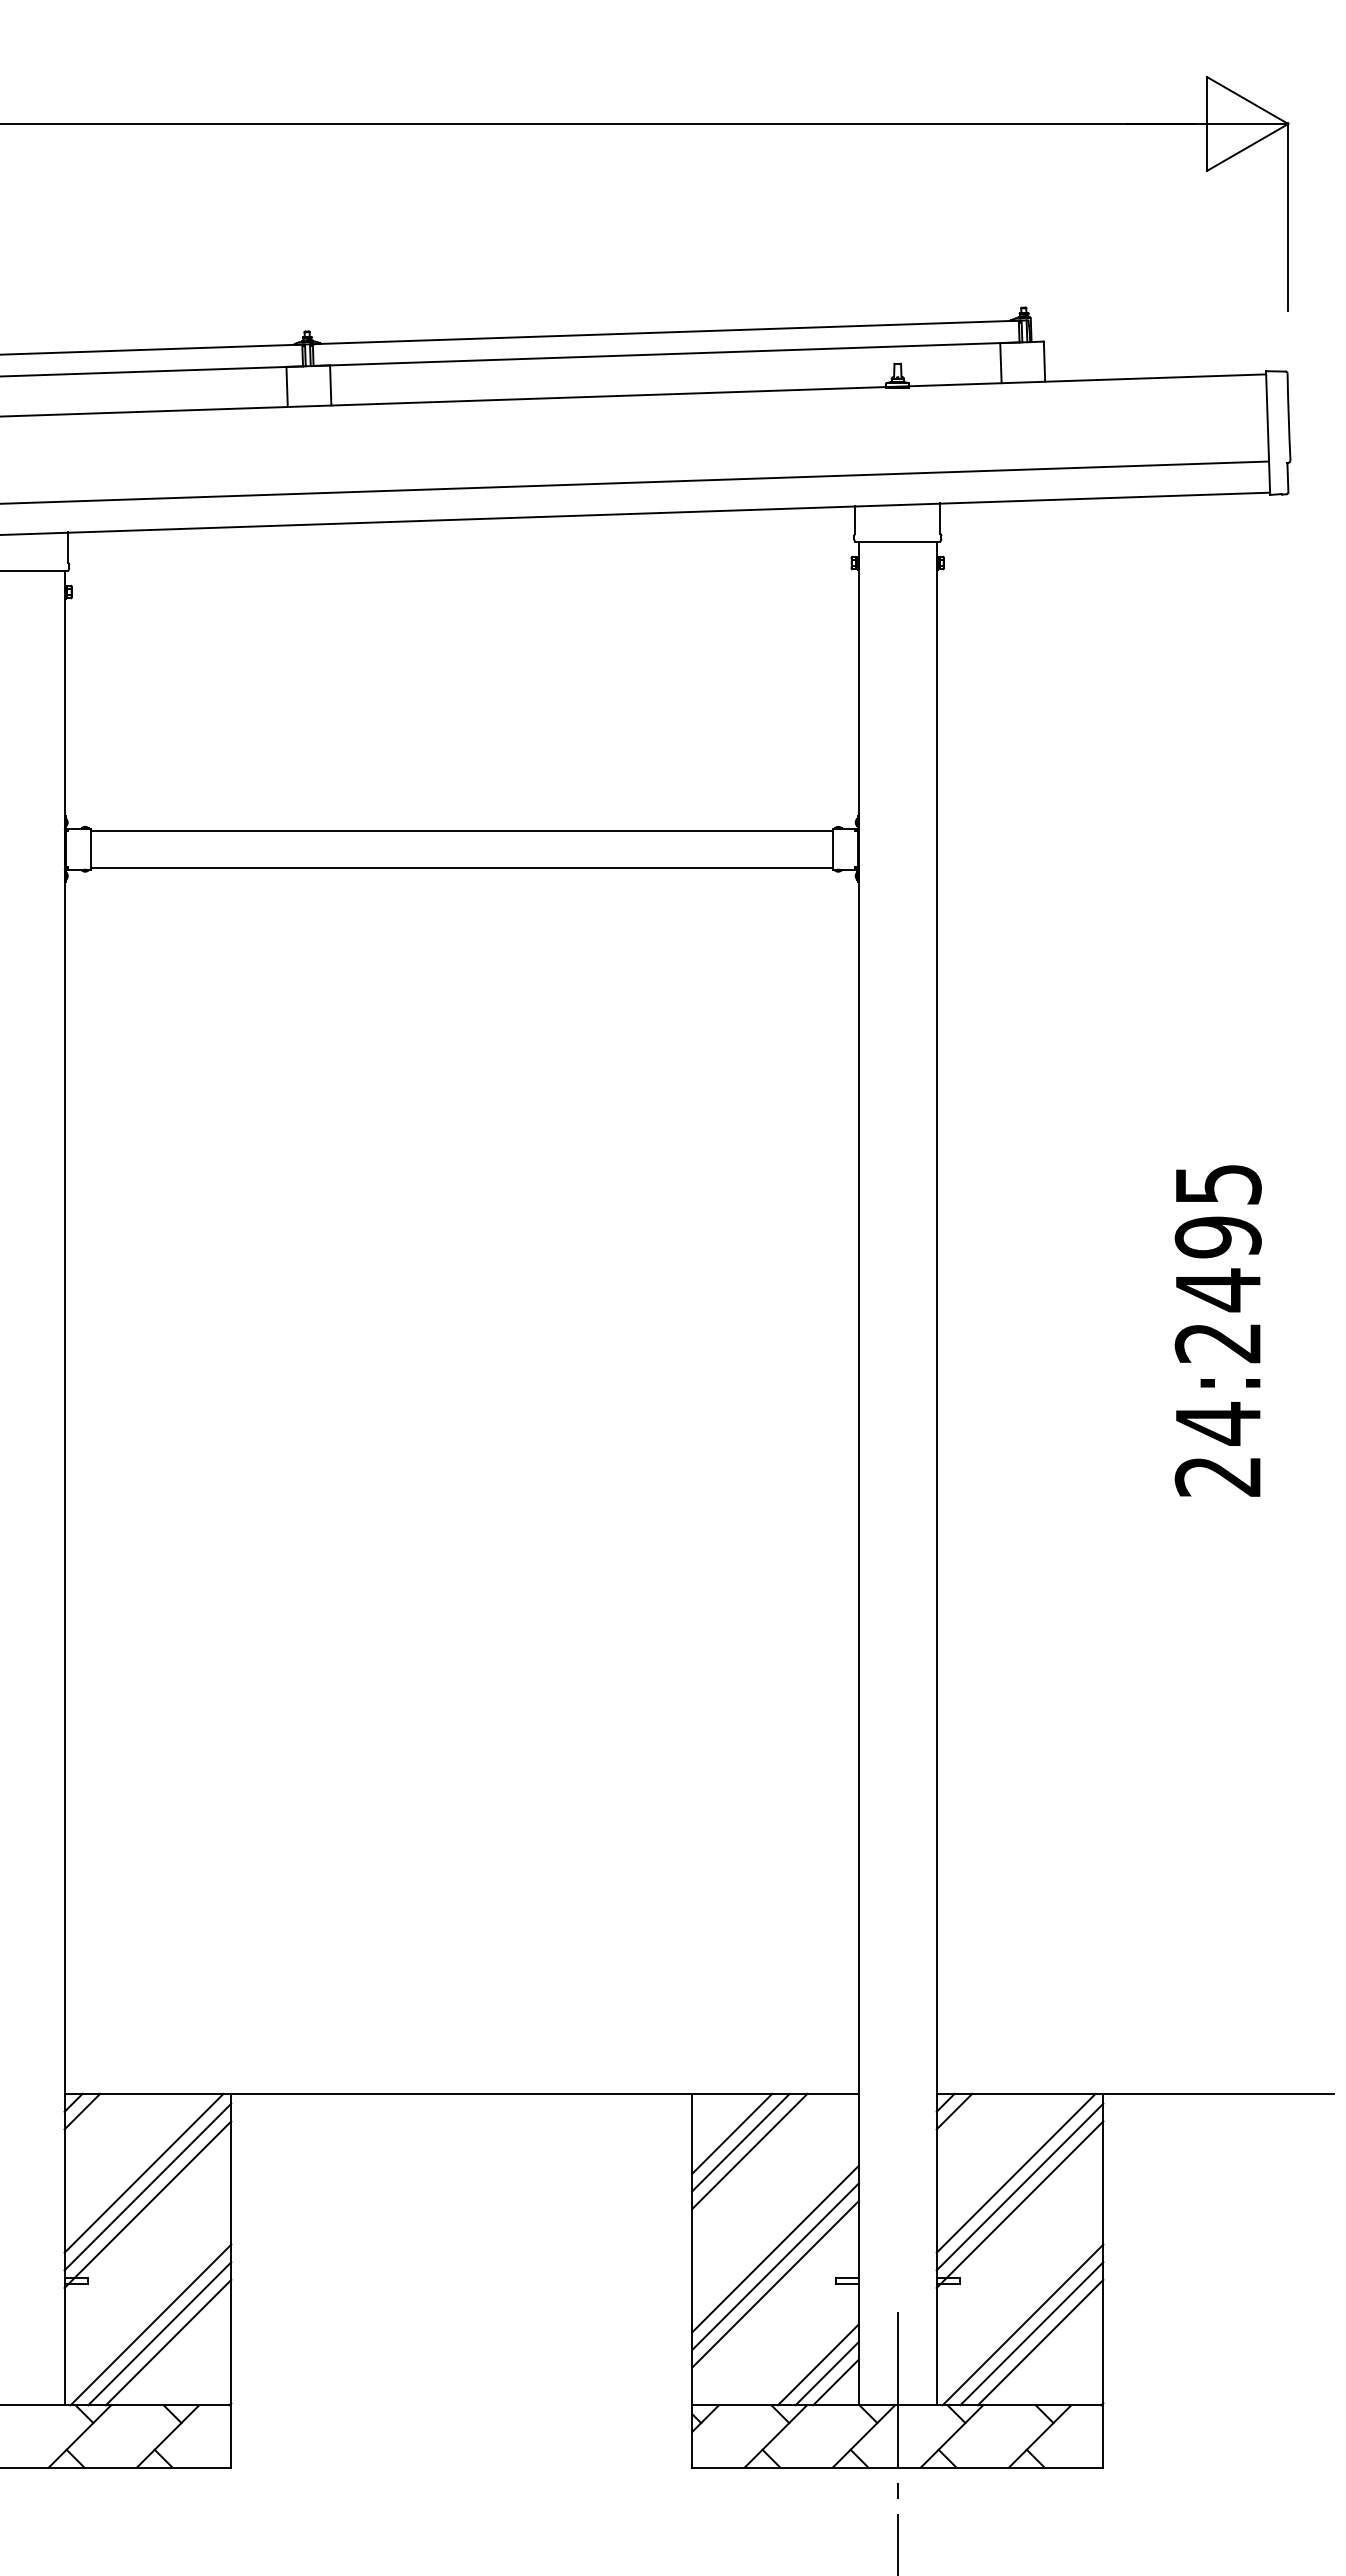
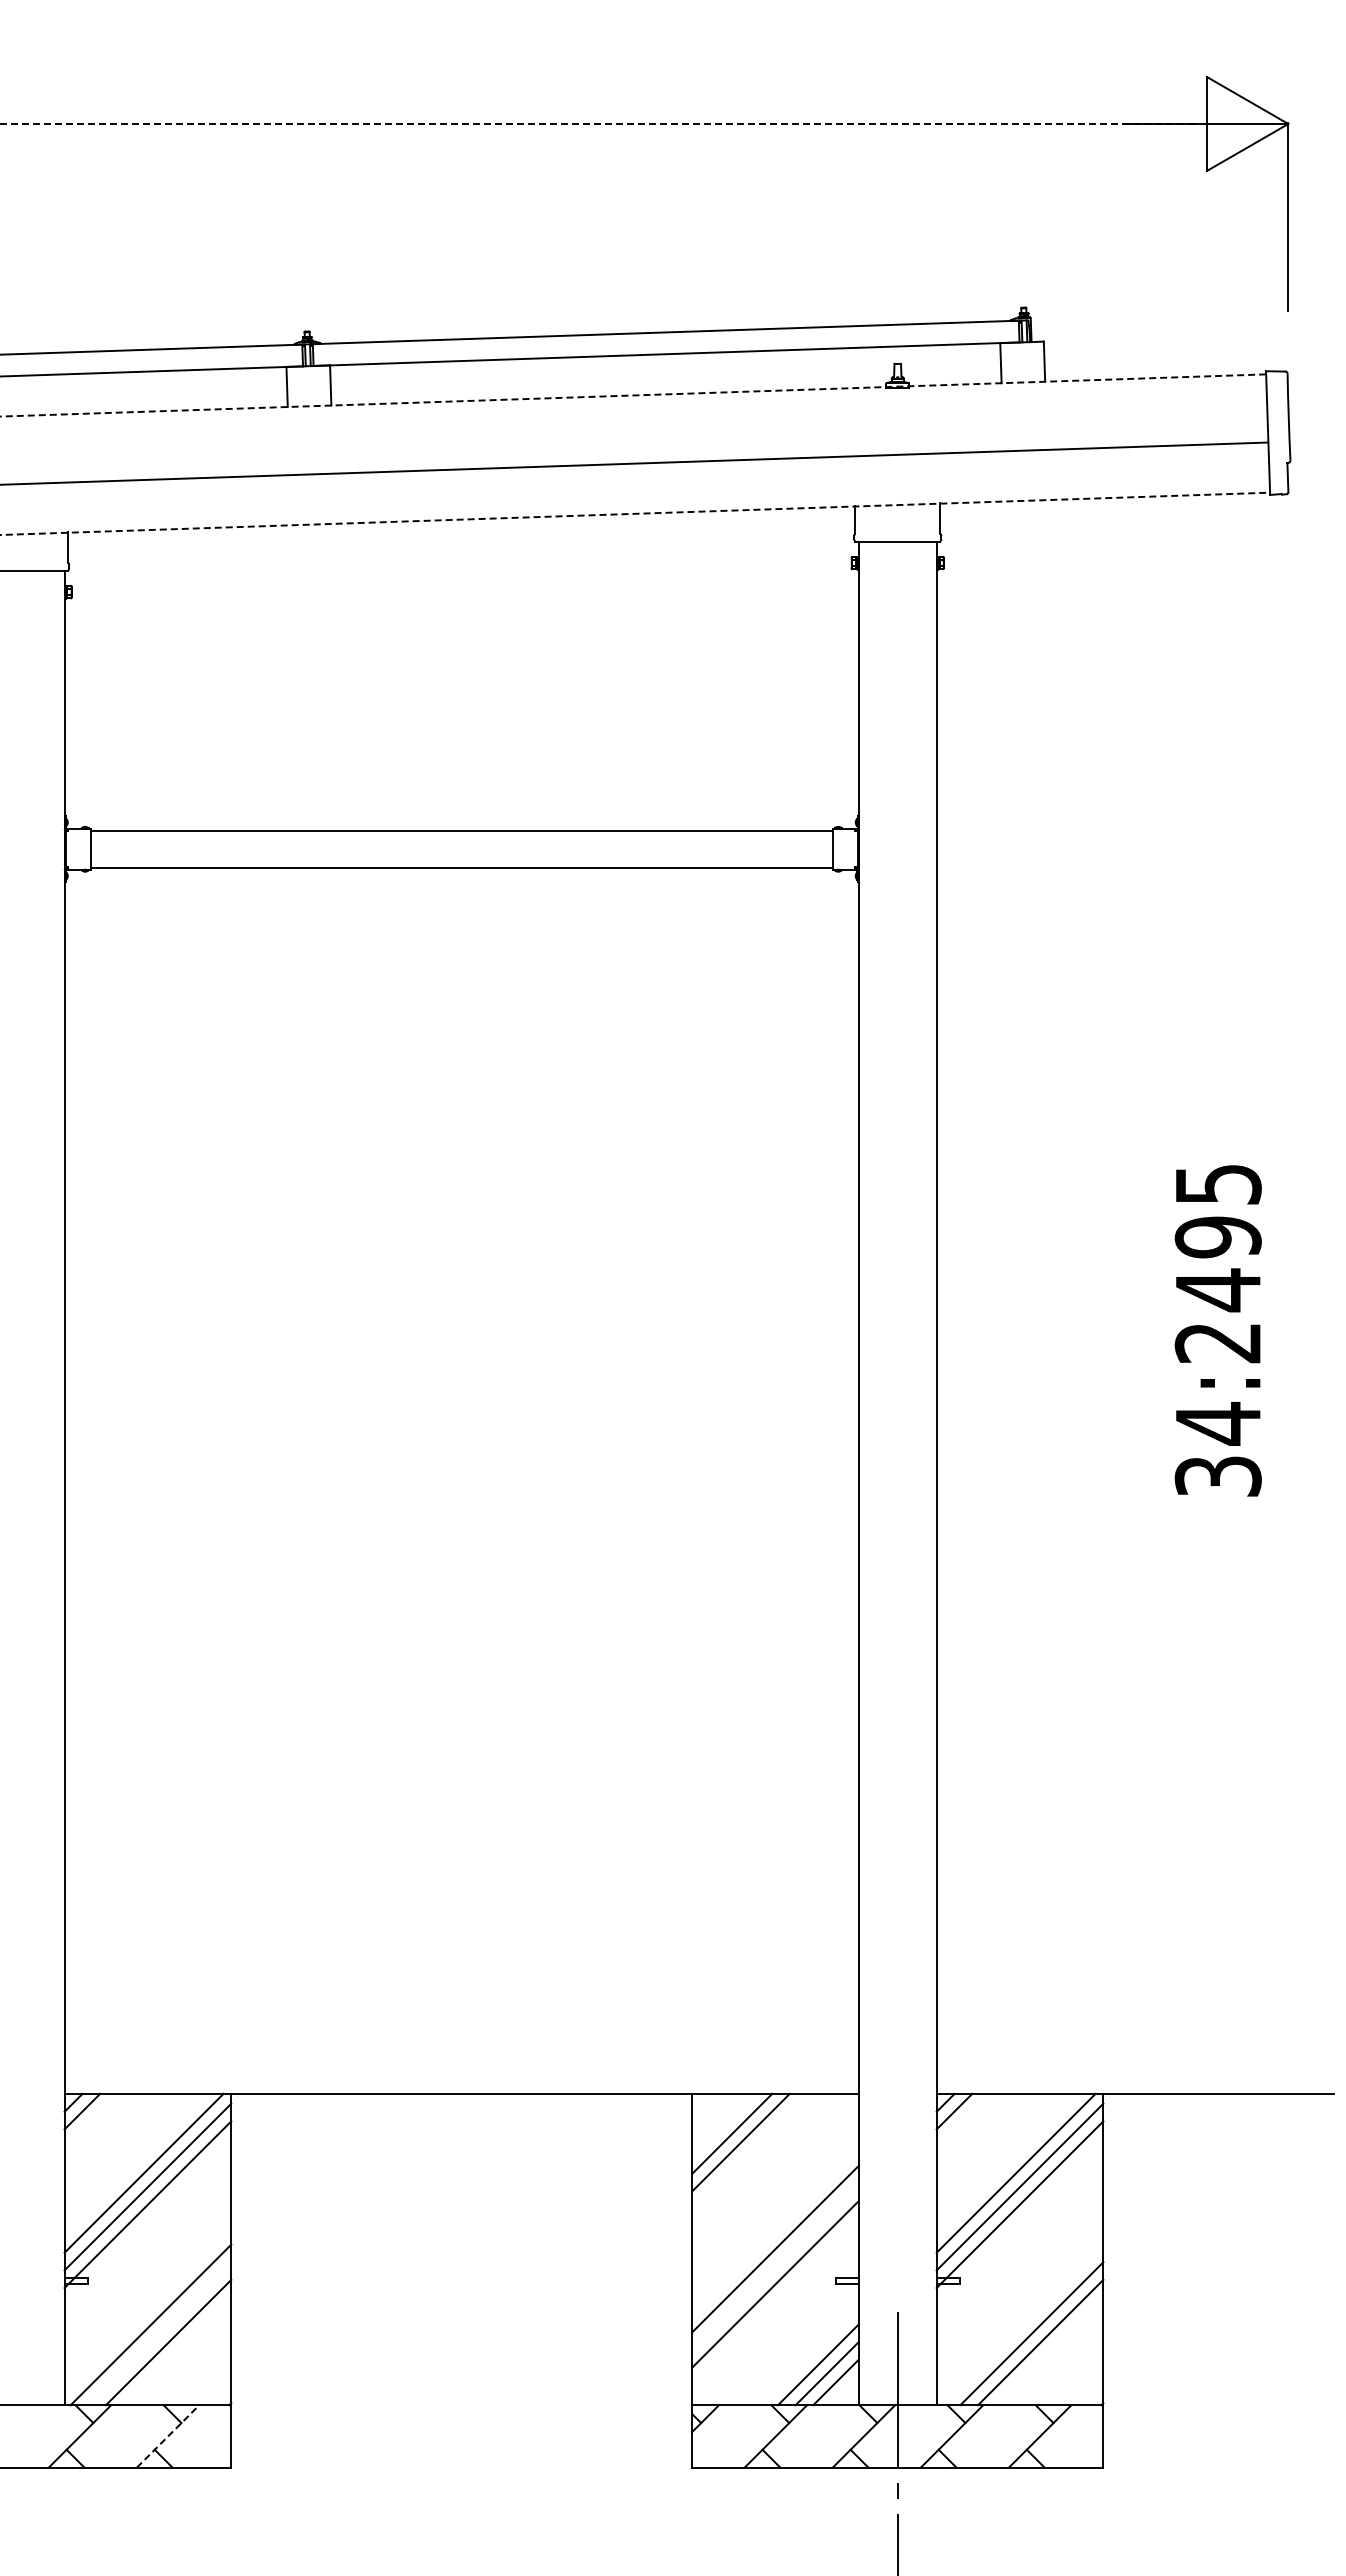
line at (596, 123): solid -> dashed
line at (633, 395): solid -> dashed
line at (635, 482) position: (635, 482) -> (635, 463)
line at (635, 513): solid -> dashed
text at (1217, 1476): 24:2495 -> 34:2495
line at (749, 2151): present -> none
line at (775, 2266): present -> none
line at (1022, 2324): present -> none
line at (159, 2333): present -> none
line at (168, 2436): solid -> dashed
